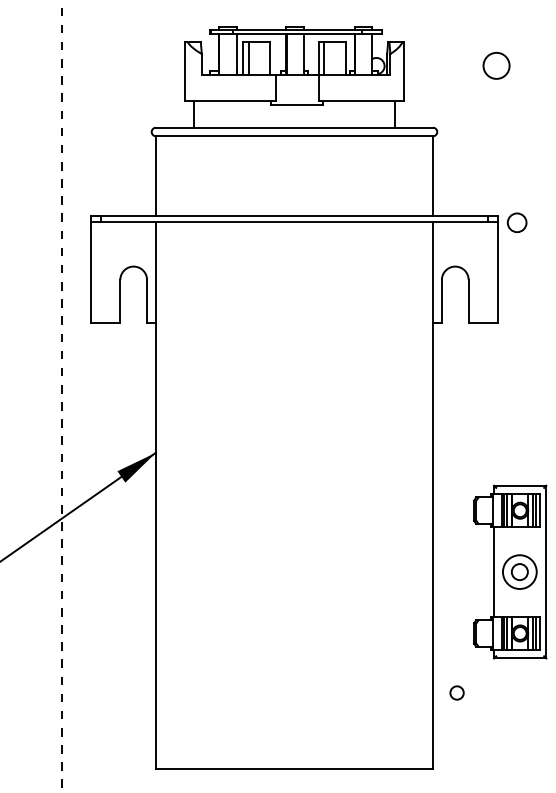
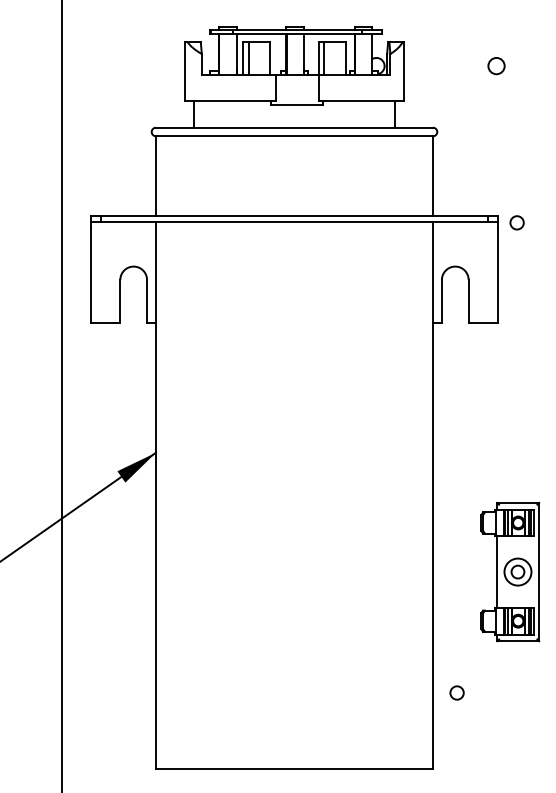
circle at (496, 65) size: 29x28 px -> 19x19 px
circle at (517, 222) size: 21x22 px -> 16x16 px
line at (61, 396): dashed -> solid
part at (510, 571) size: 75x176 px -> 61x142 px
